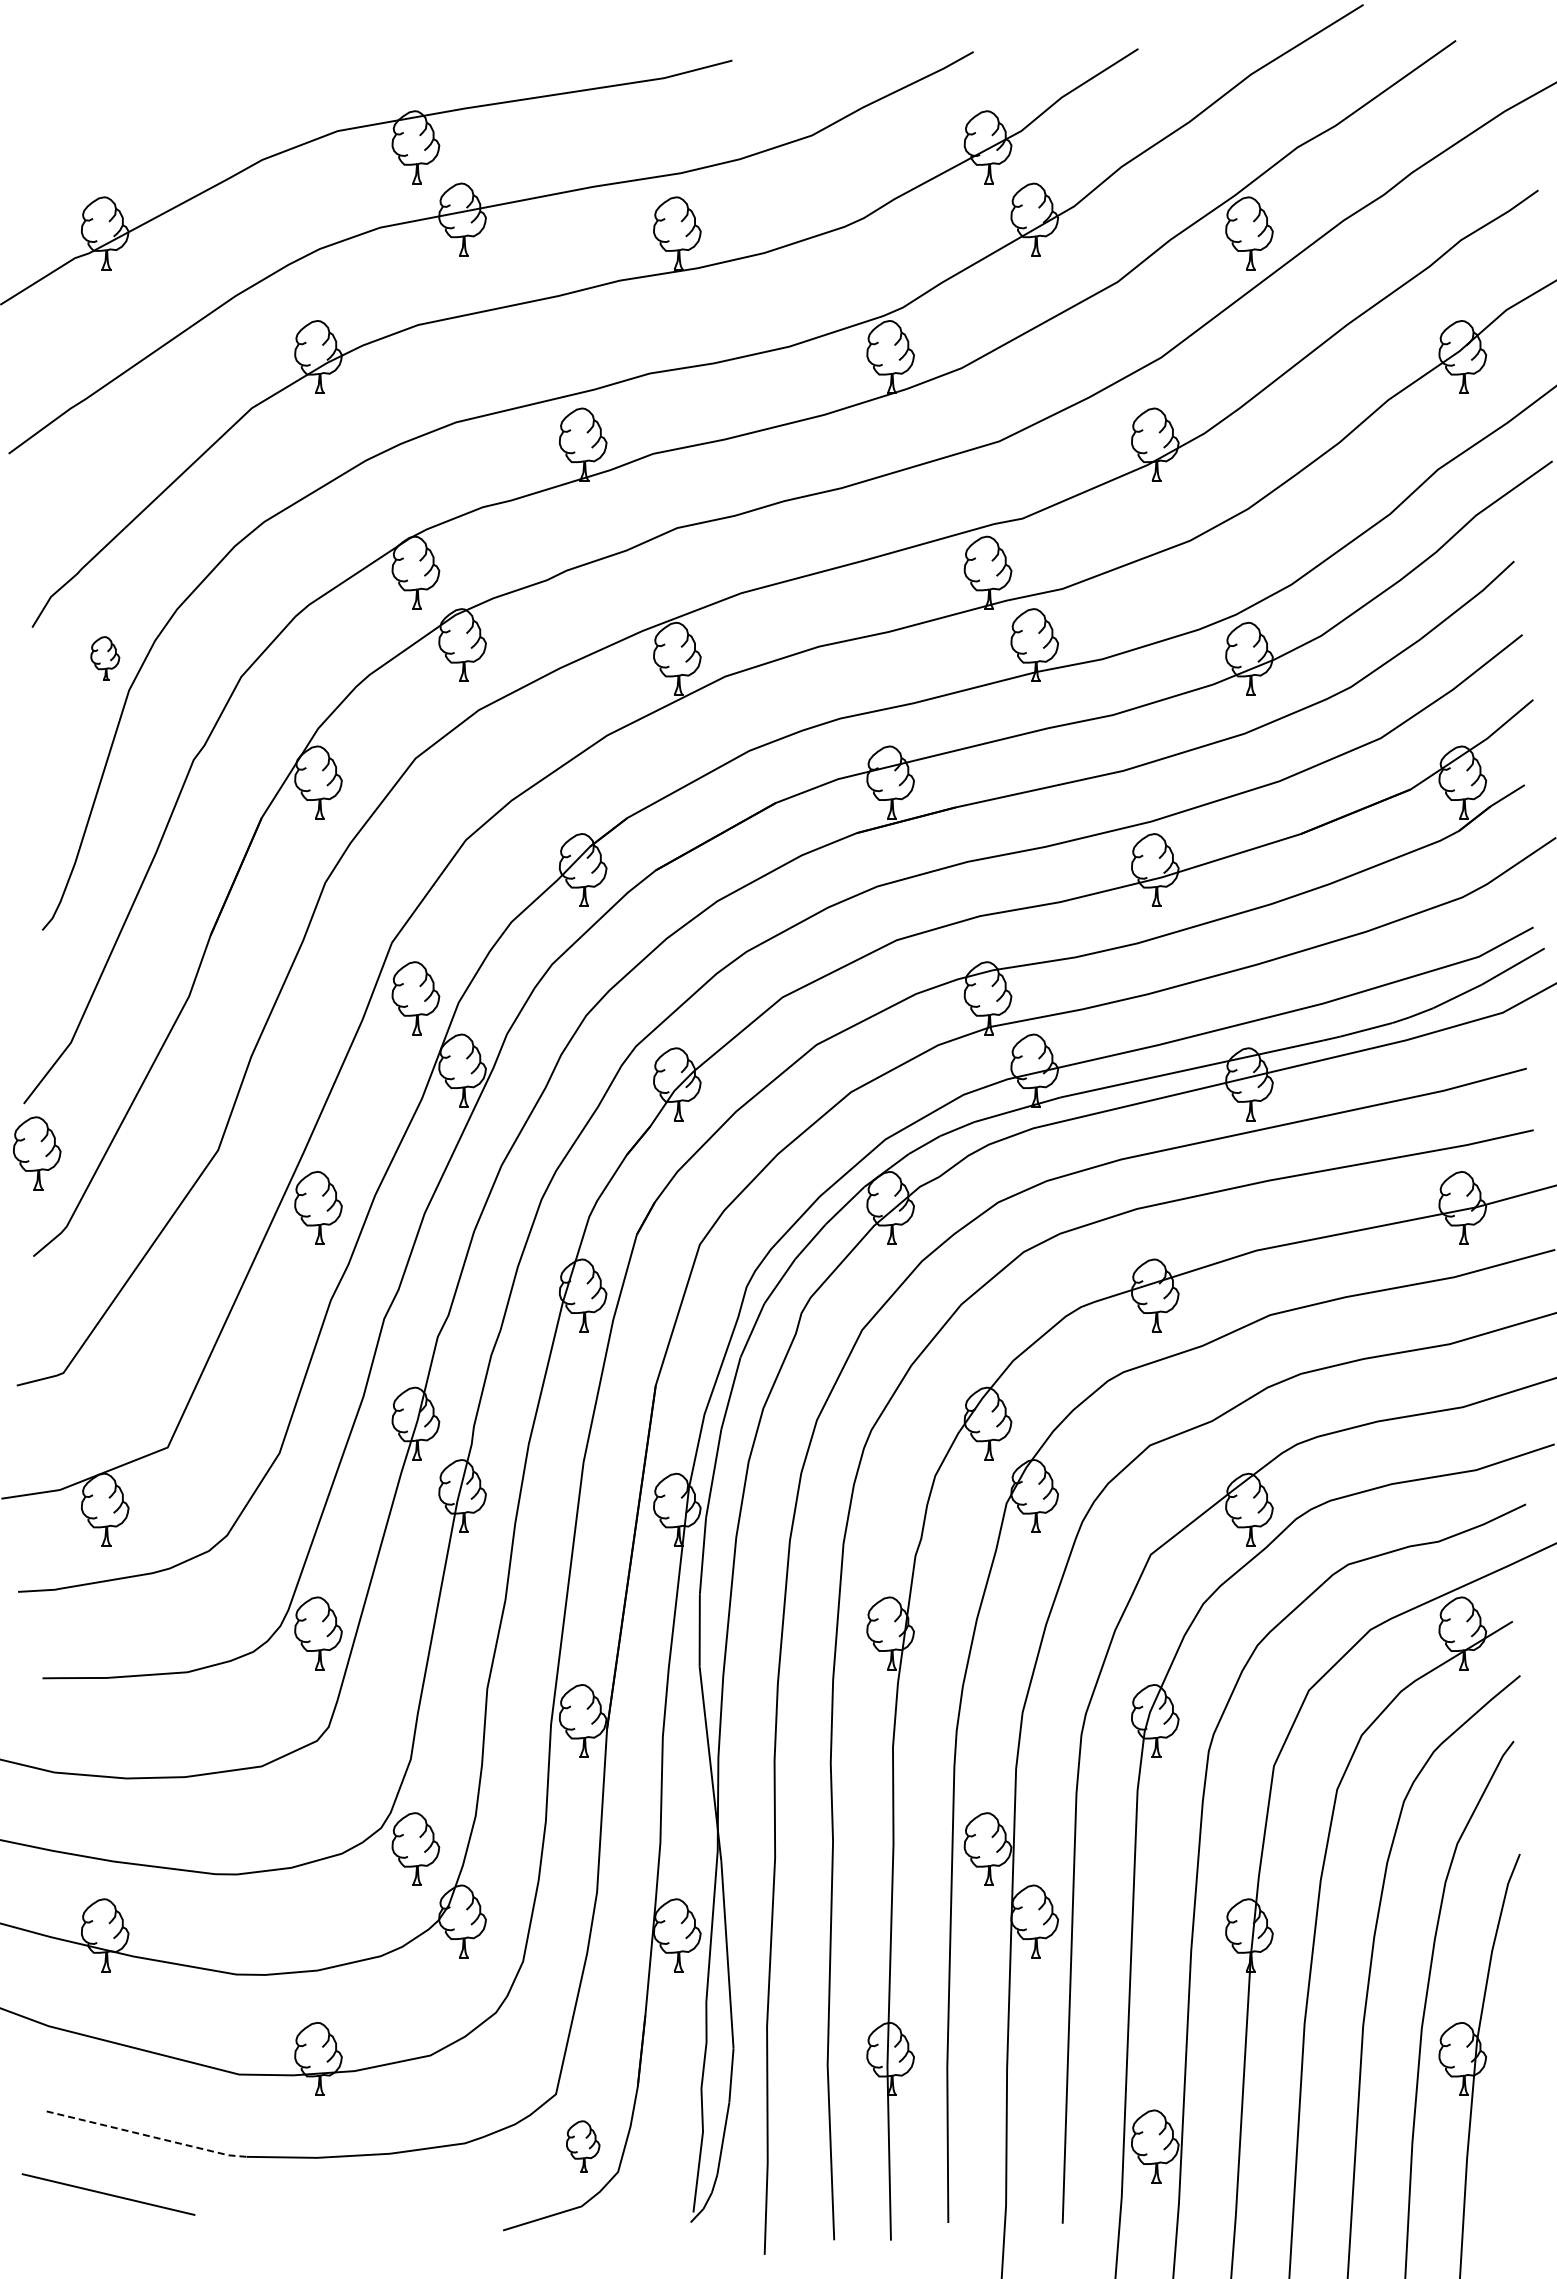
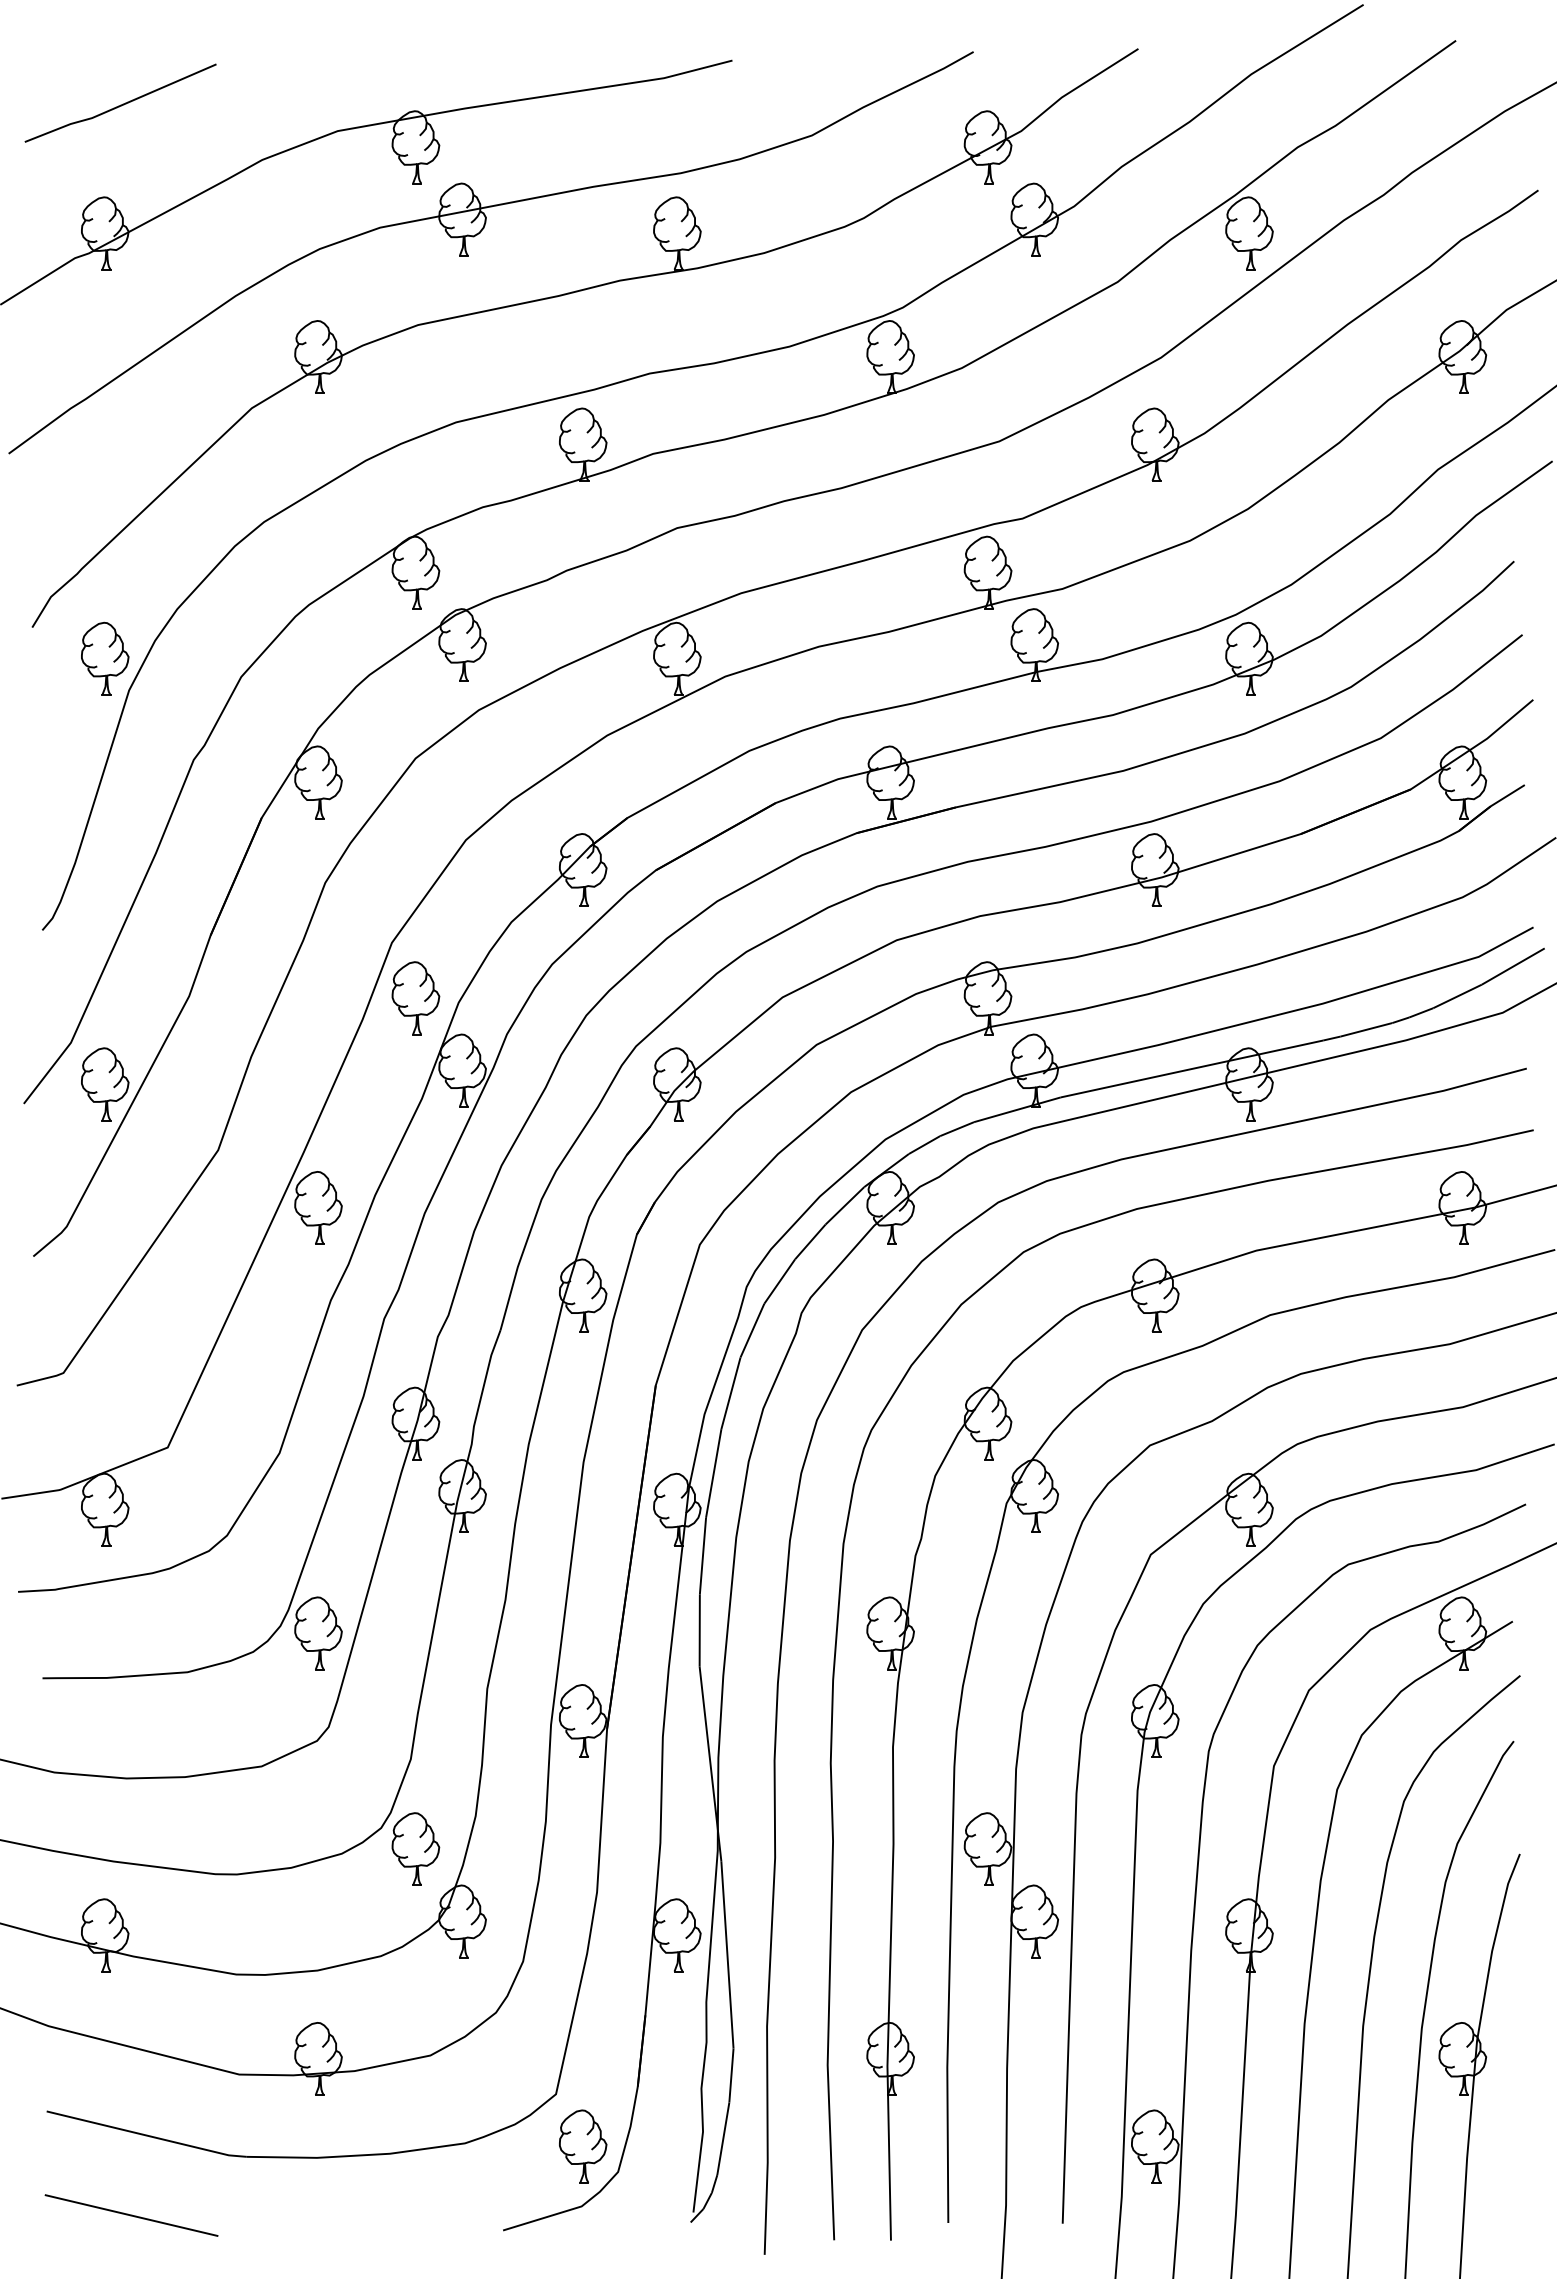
line at (120, 104): none -> present
part at (105, 658) size: 31x45 px -> 49x75 px
part at (37, 1153) position: (37, 1153) -> (105, 1084)
line at (147, 2135): dashed -> solid
part at (583, 2146) size: 35x53 px -> 49x75 px
line at (108, 2194) position: (108, 2194) -> (131, 2215)
